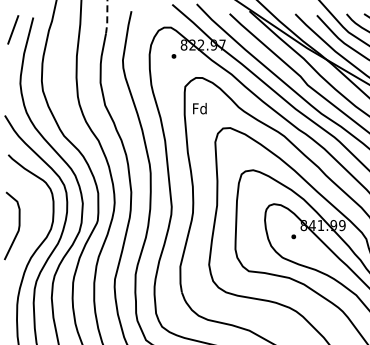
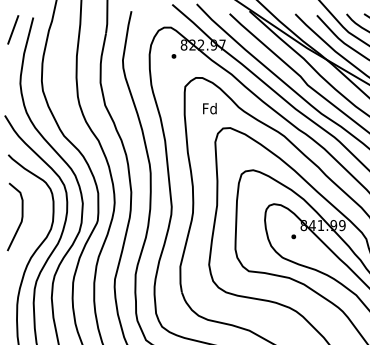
line at (107, 18): dashed -> solid
text at (199, 108) position: (199, 108) -> (209, 108)
curve at (18, 225) position: (18, 225) -> (21, 216)
